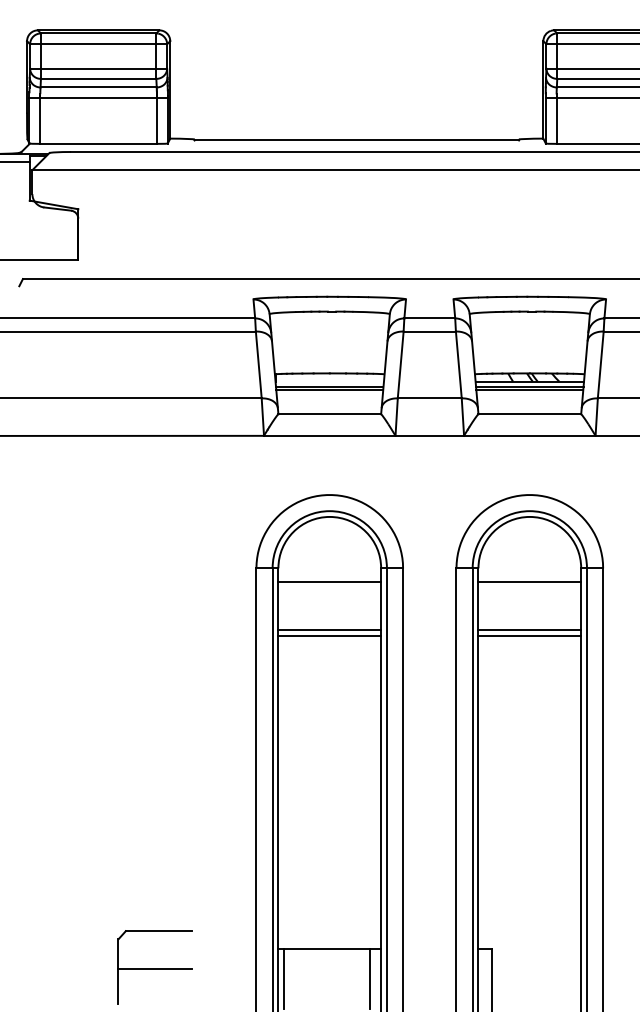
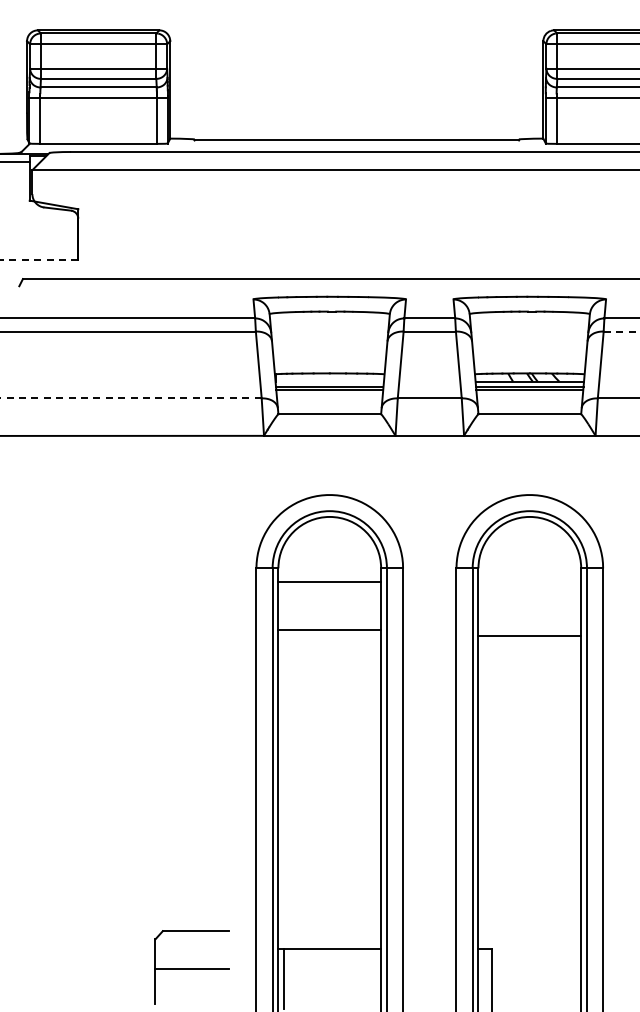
line at (39, 260): solid -> dashed
line at (621, 331): solid -> dashed
line at (131, 398): solid -> dashed
line at (529, 581): present -> none
line at (529, 630): present -> none
line at (329, 635): present -> none
part at (154, 967) position: (154, 967) -> (191, 967)
line at (370, 978): present -> none
